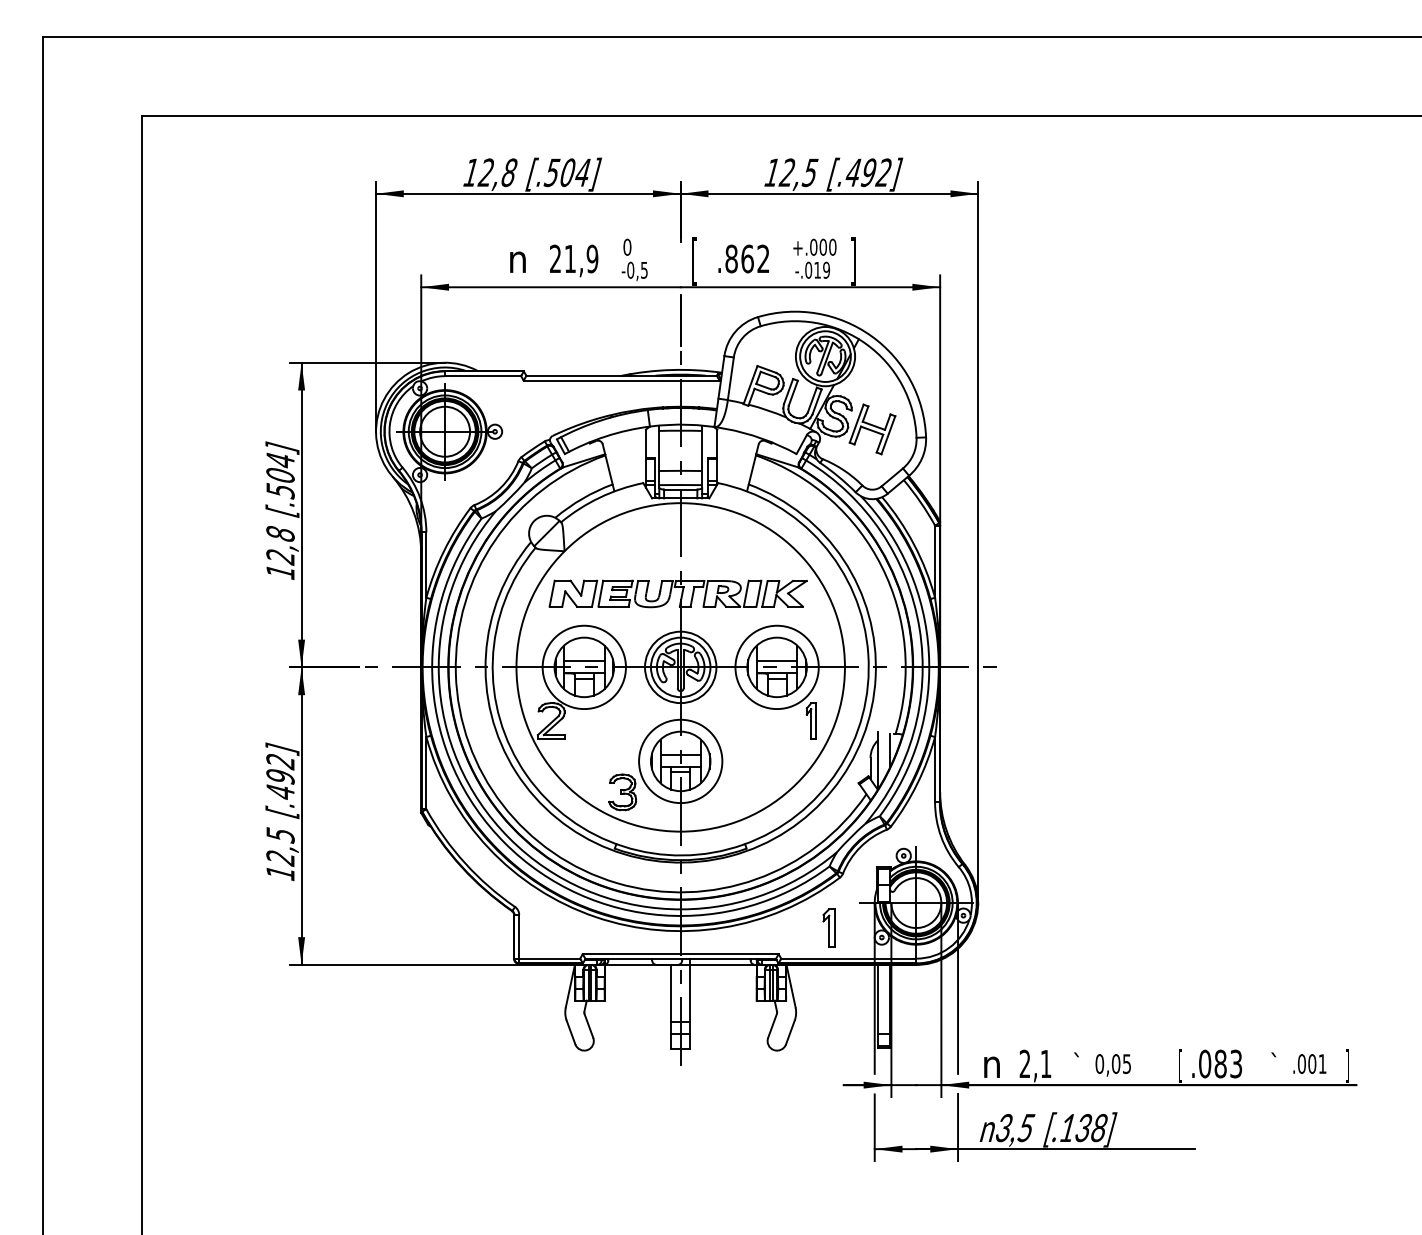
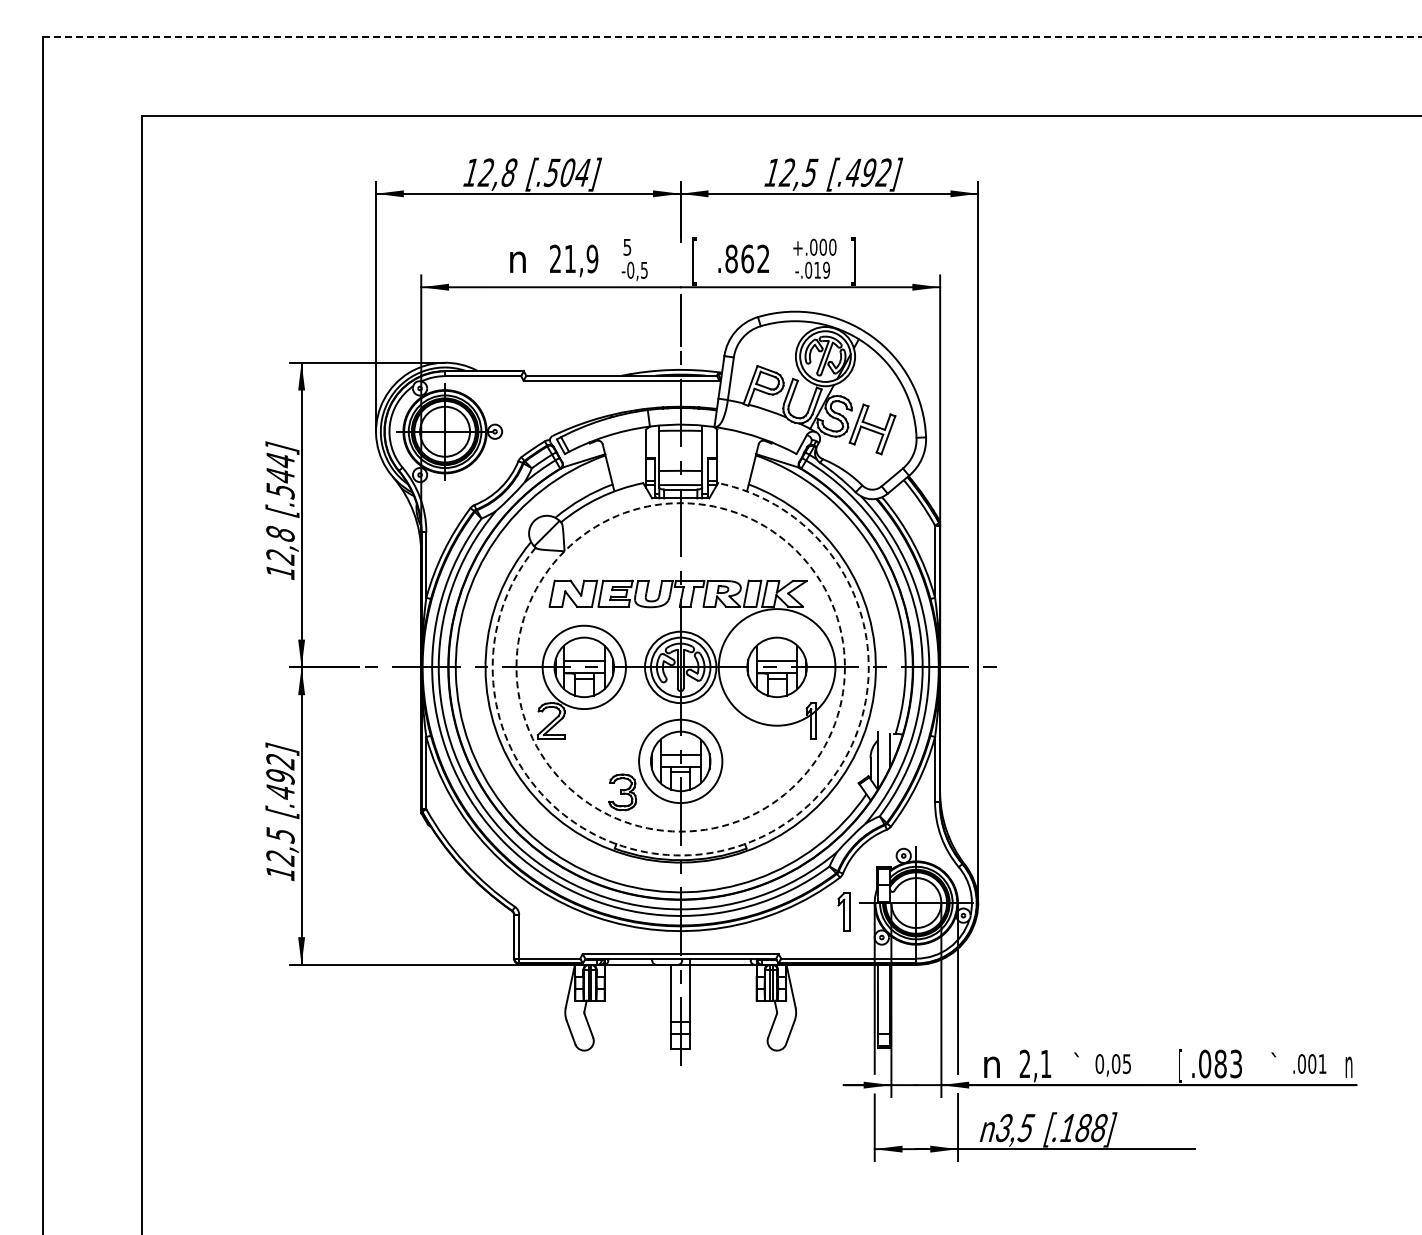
line at (732, 36): solid -> dashed
text at (627, 246): 0 -> 5
text at (280, 475): [.504] -> [.544]
circle at (680, 667): solid -> dashed
circle at (776, 667) diameter: 83 px -> 117 px
arc at (743, 844): solid -> dashed
part at (828, 927) position: (828, 927) -> (843, 911)
text at (1348, 1065): ] -> n
text at (1083, 1127): [.138] -> [.188]
